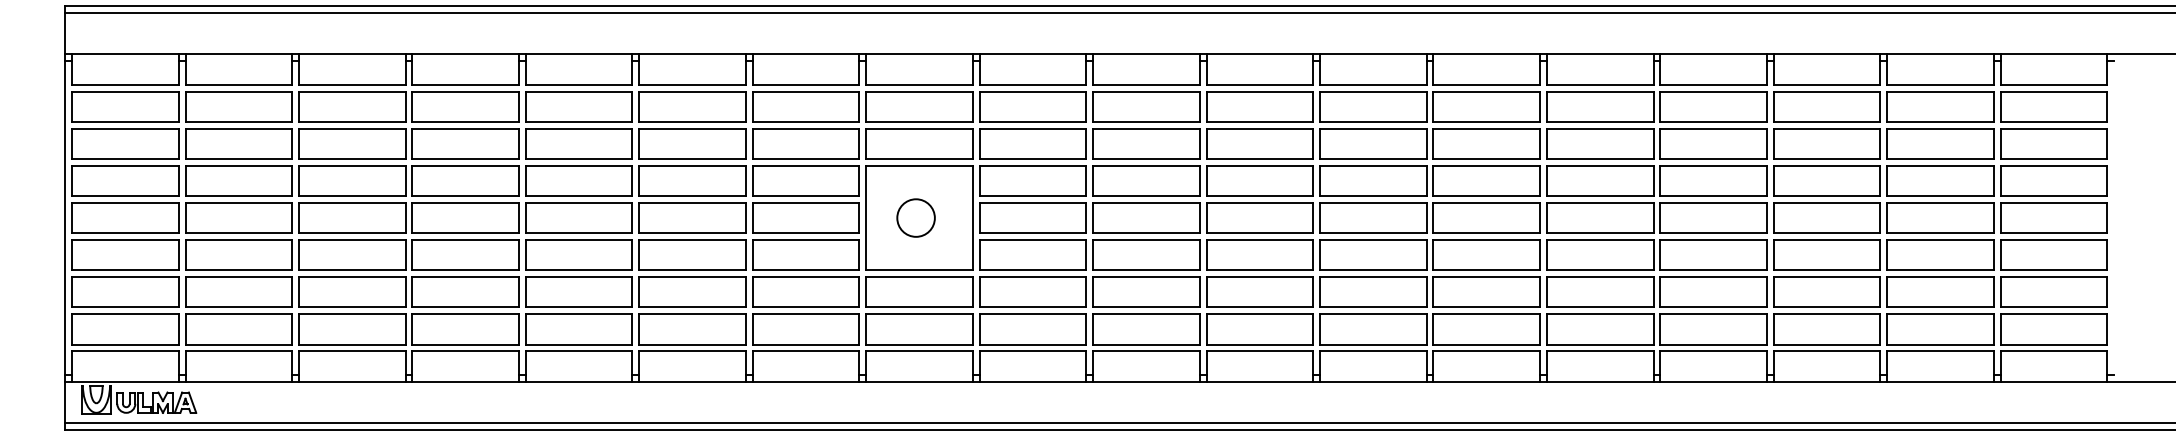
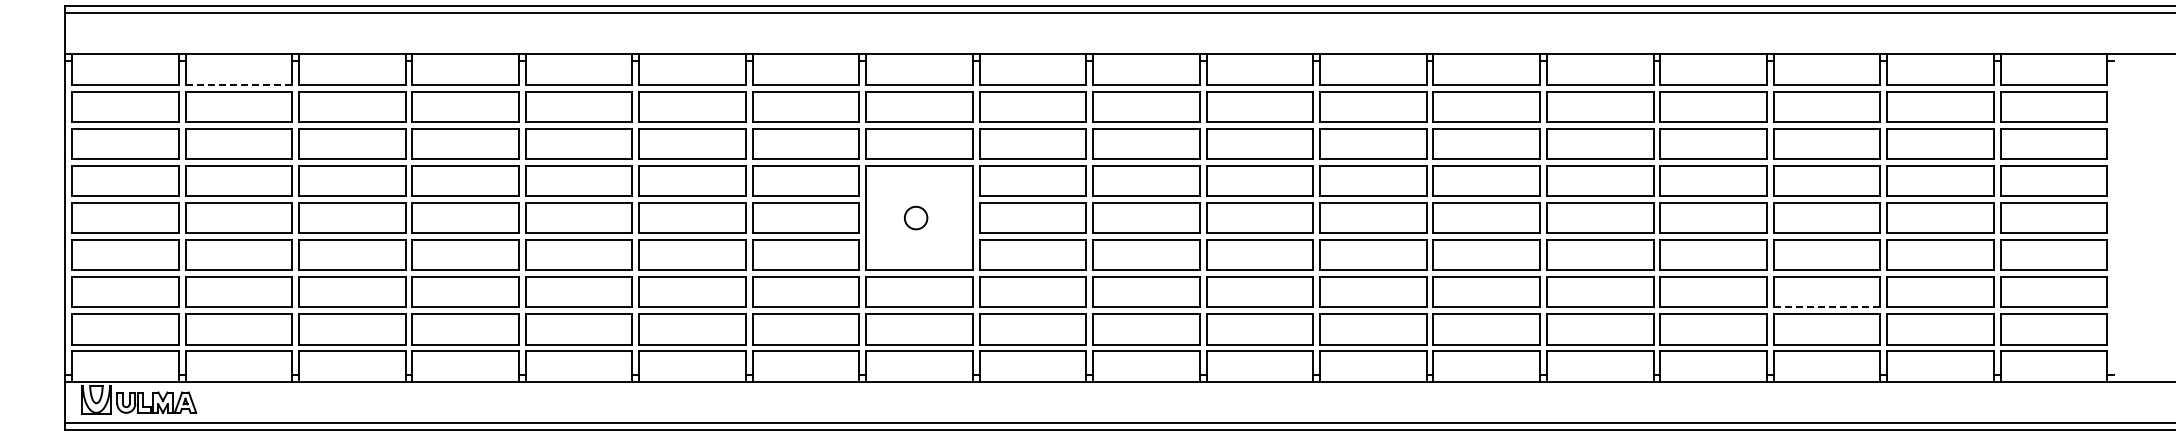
line at (239, 84): solid -> dashed
circle at (915, 217) diameter: 38 px -> 23 px
line at (1827, 307): solid -> dashed
